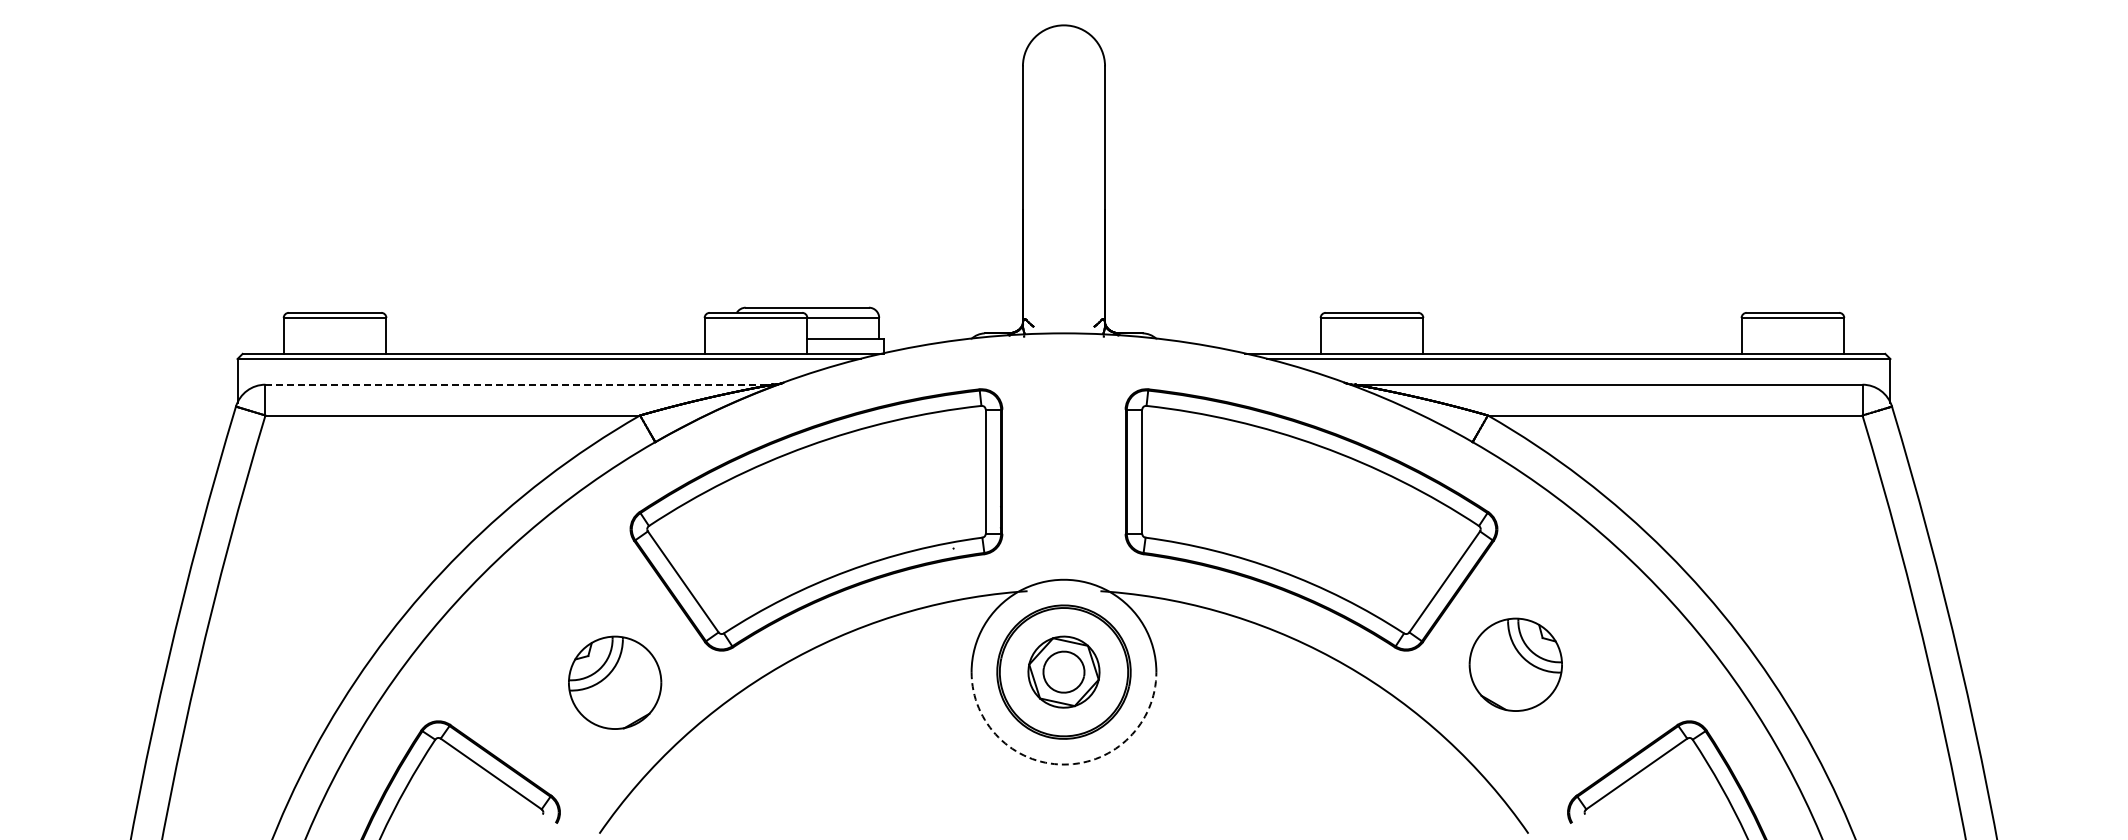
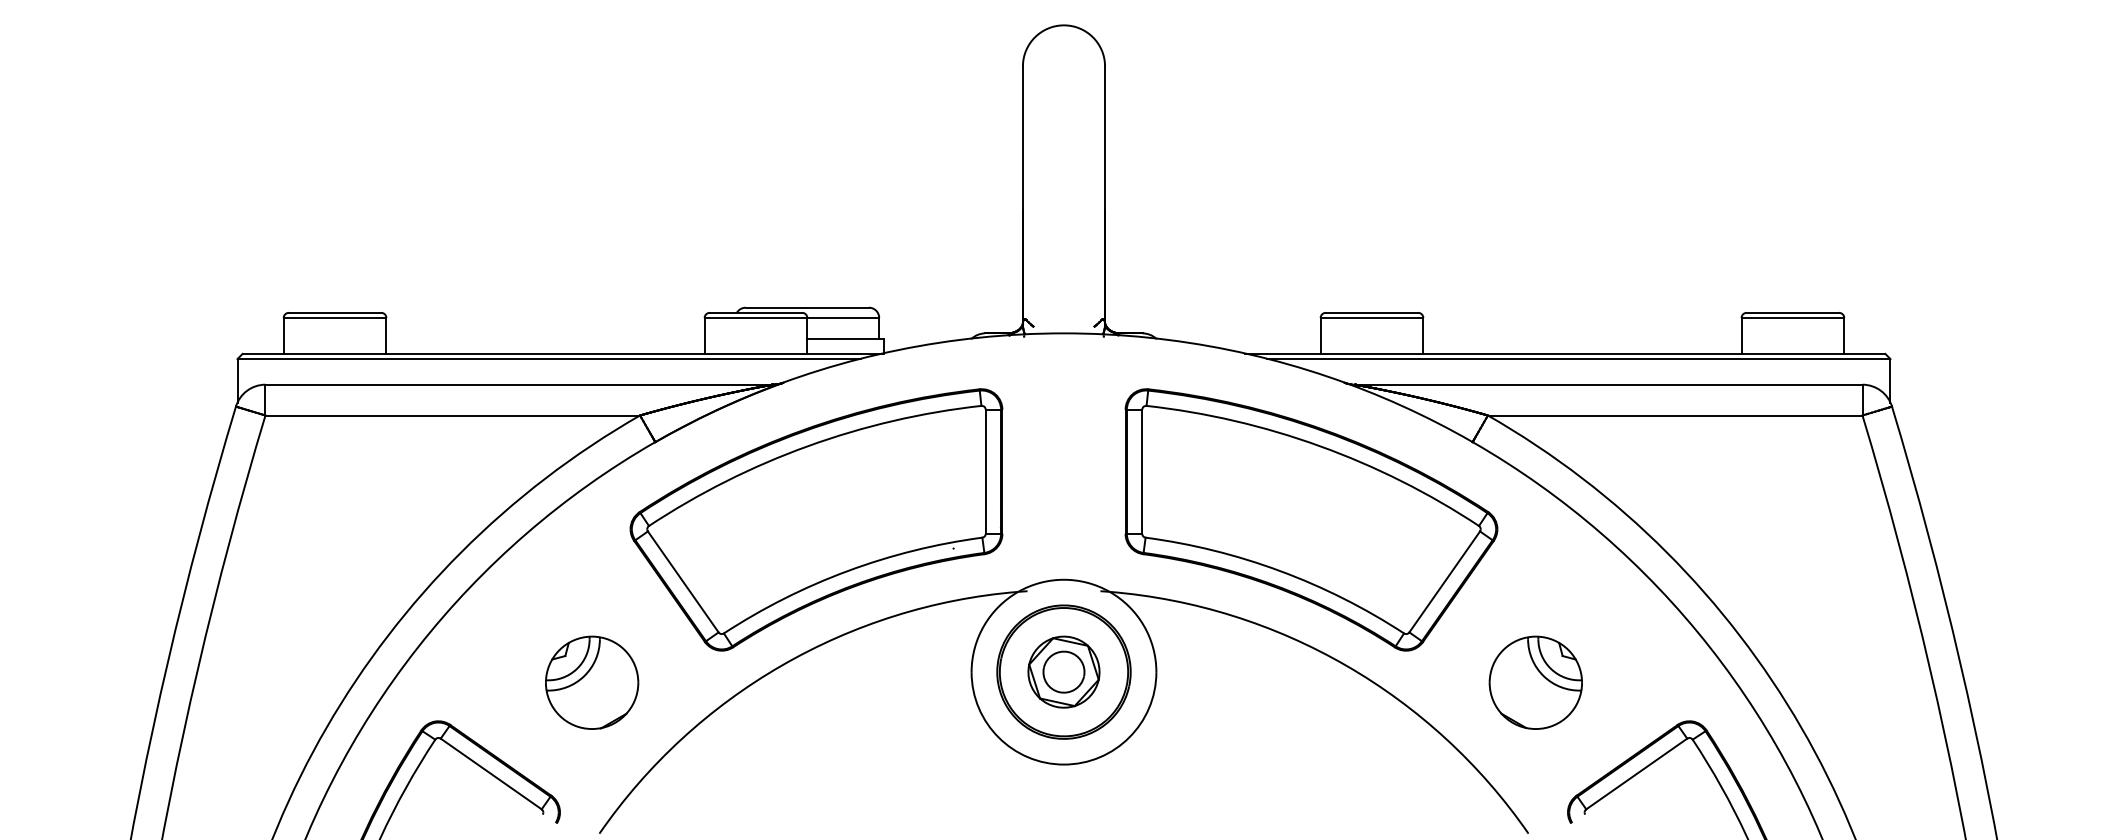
line at (519, 384): dashed -> solid
part at (1515, 664) position: (1515, 664) -> (1535, 682)
part at (615, 682) position: (615, 682) -> (592, 682)
arc at (1064, 764): dashed -> solid
